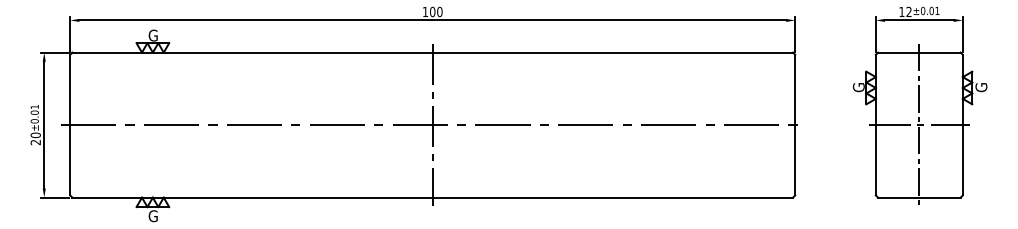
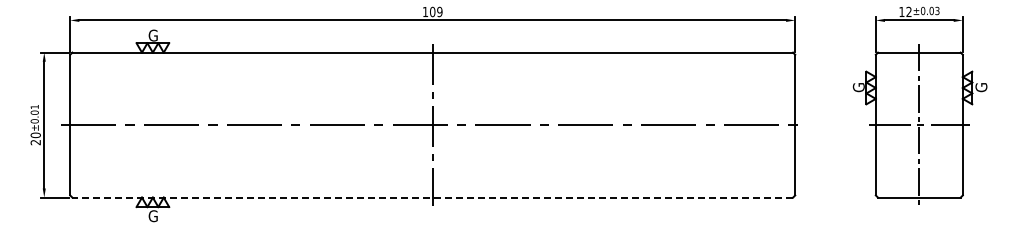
text at (937, 10): ±0.01 -> ±0.03
text at (439, 12): 100 -> 109
line at (432, 197): solid -> dashed
